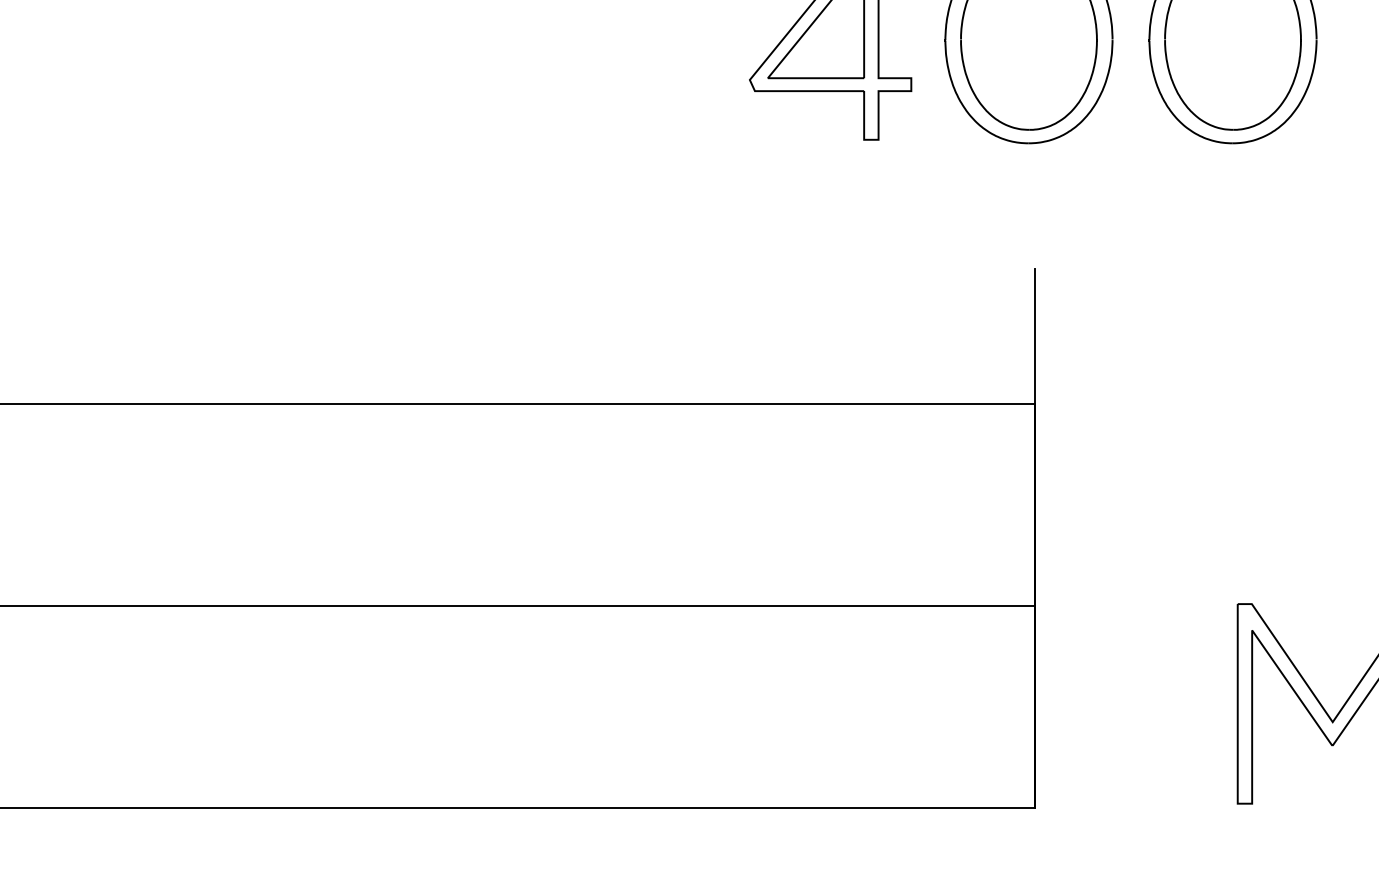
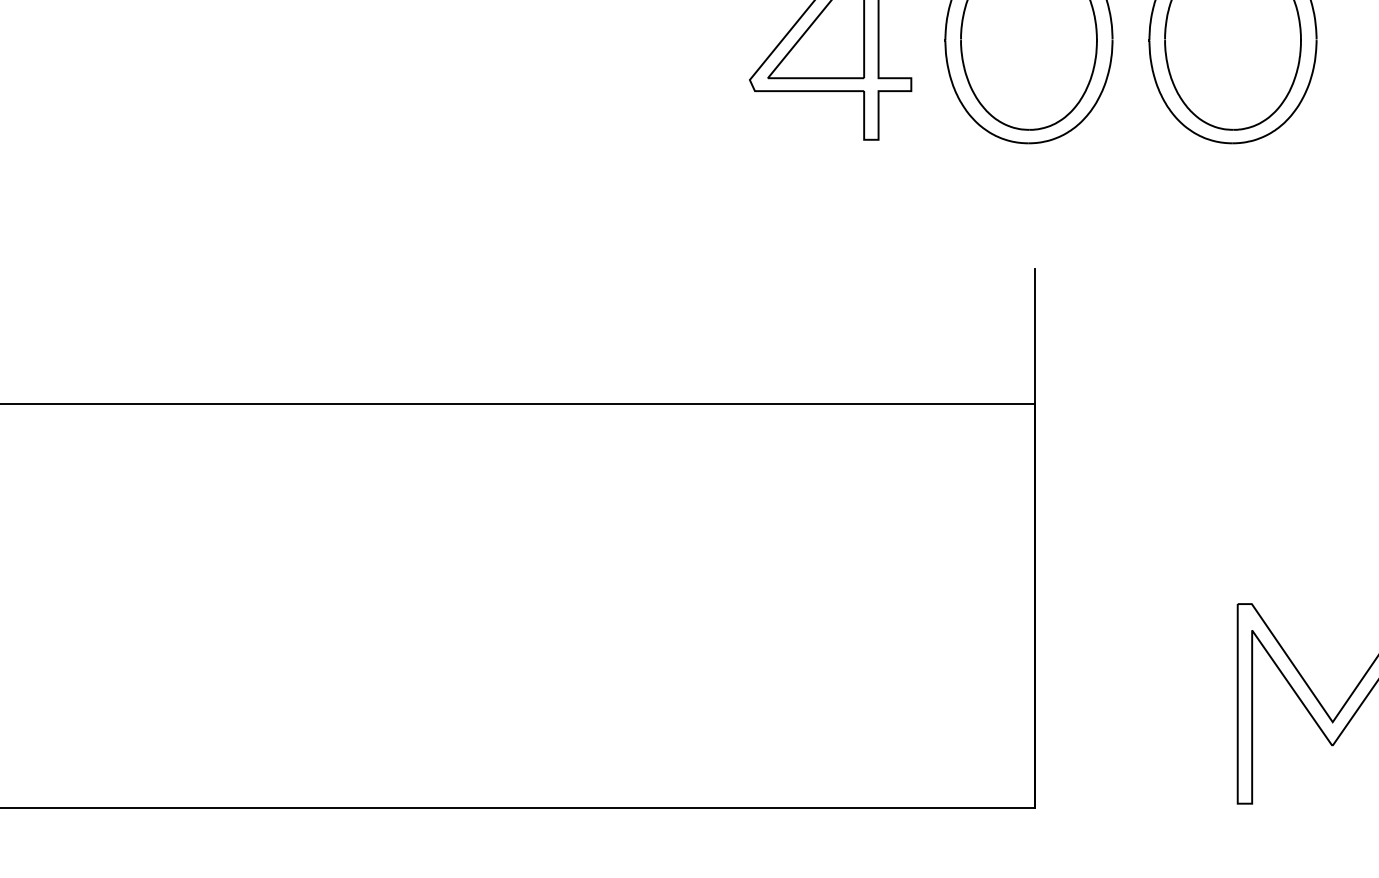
line at (518, 606): present -> none
